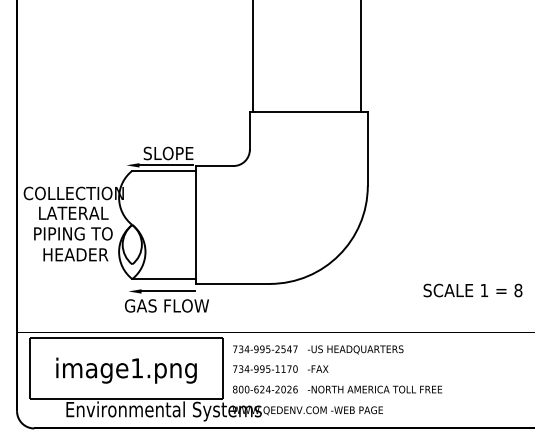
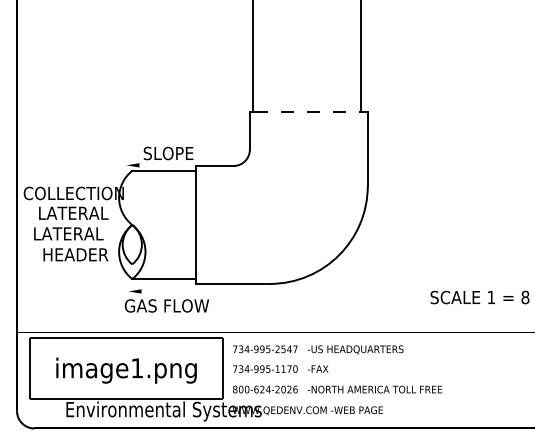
line at (309, 112): solid -> dashed
line at (165, 165): present -> none
text at (73, 233): PIPING TO -> LATERAL
text at (472, 290) position: (472, 290) -> (479, 297)
line at (167, 291): present -> none
